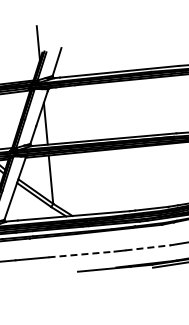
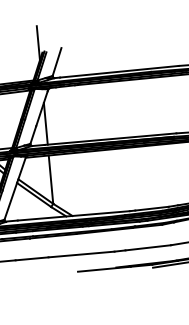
line at (148, 247): dashed -> solid
line at (82, 254): dashed -> solid
